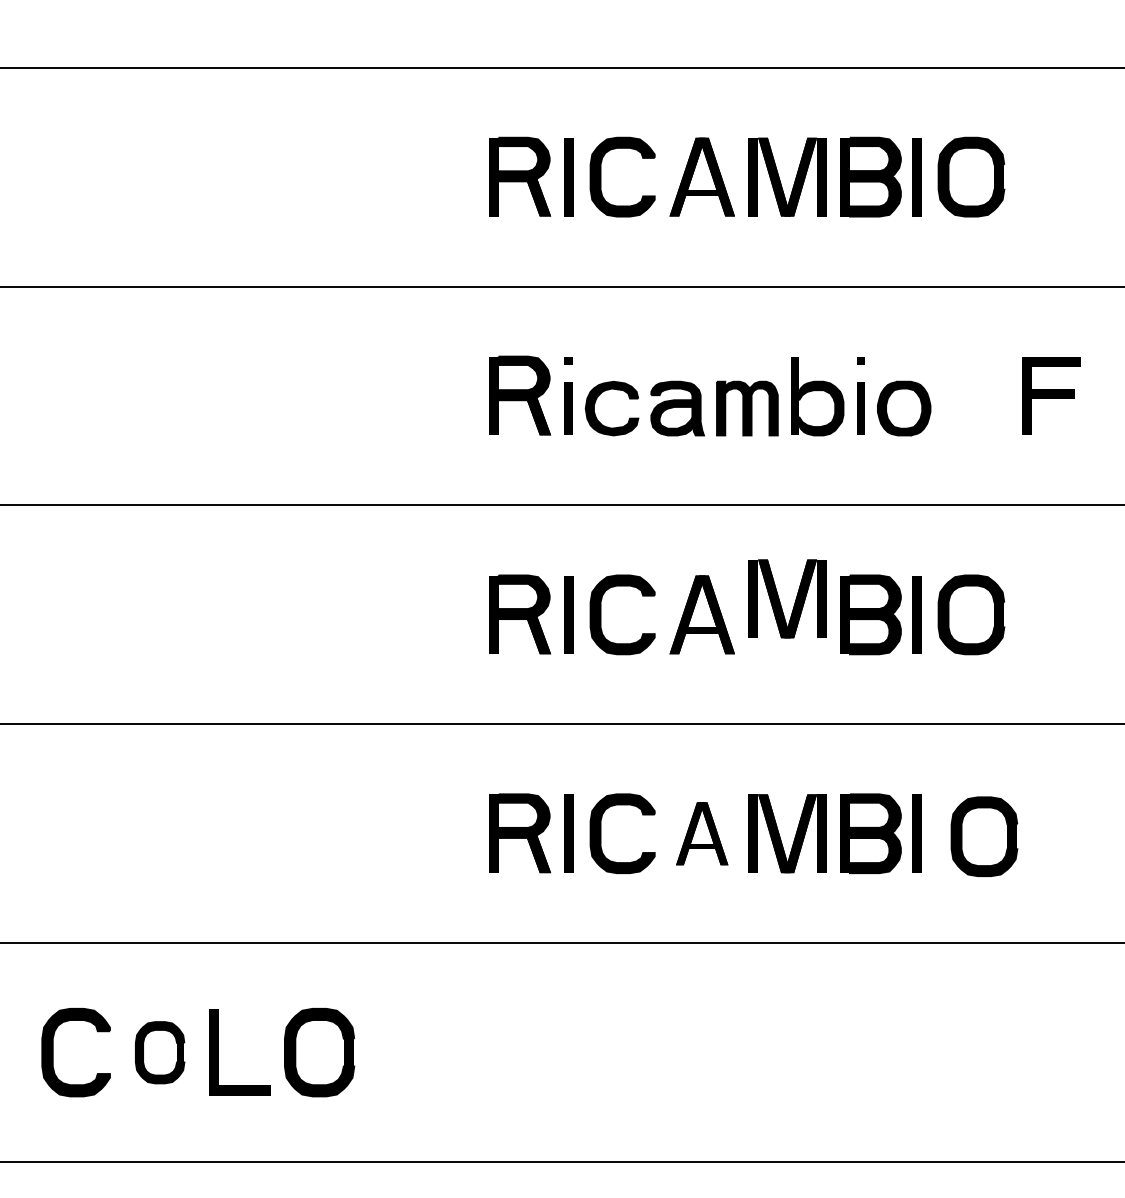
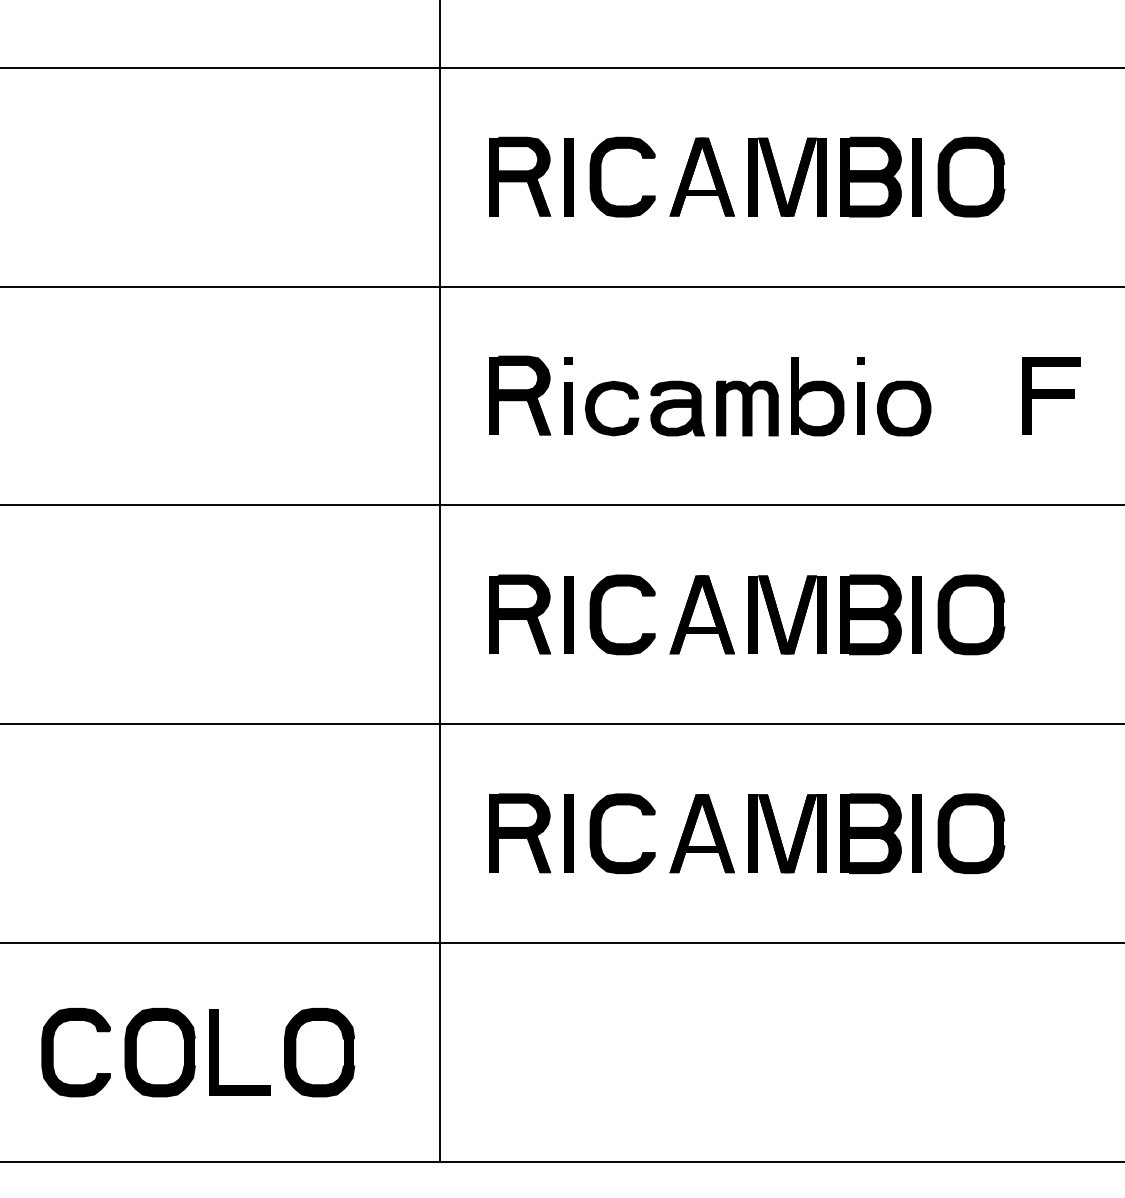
line at (439, 582): none -> present
part at (780, 601) position: (780, 601) -> (780, 617)
part at (702, 833) size: 53x64 px -> 66x80 px
part at (984, 836) position: (984, 836) -> (971, 833)
part at (160, 1052) size: 51x64 px -> 72x90 px
